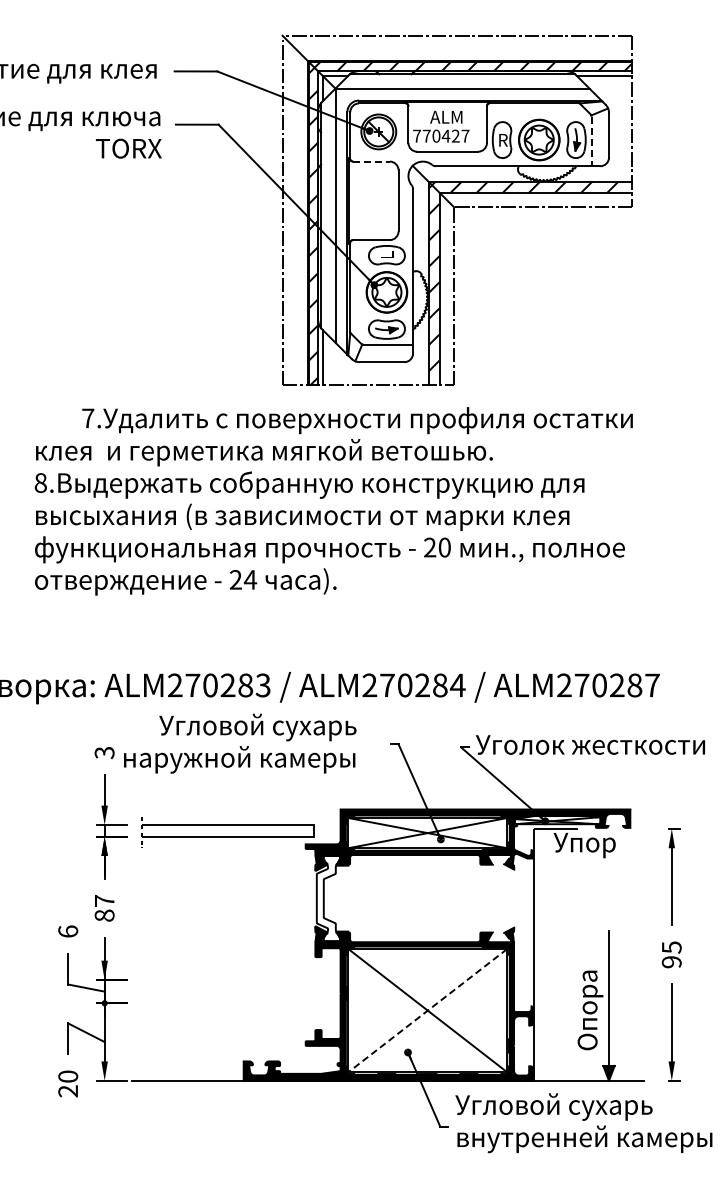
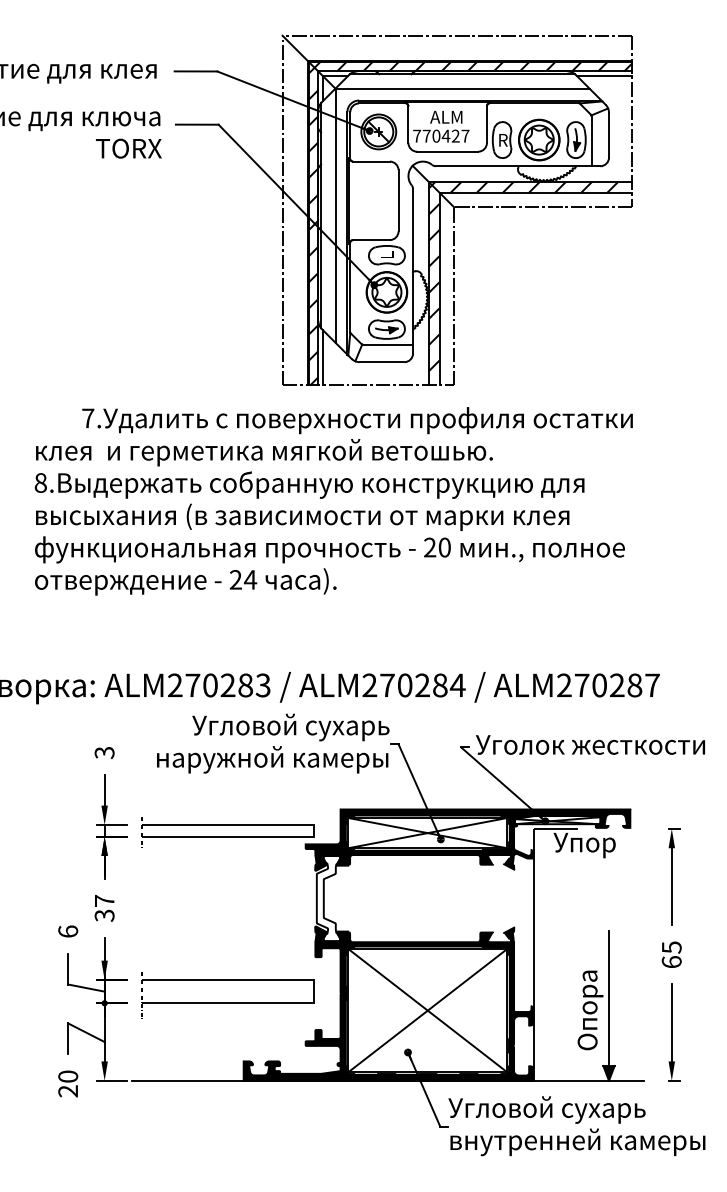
line at (591, 141): dashed -> solid
line at (372, 161): dashed -> solid
text at (240, 743) position: (240, 743) -> (273, 743)
text at (104, 915): 87 -> 37
text at (671, 962): 95 -> 65
part at (227, 1002): none -> present
line at (427, 1010): dashed -> solid
text at (583, 1123) position: (583, 1123) -> (576, 1126)
